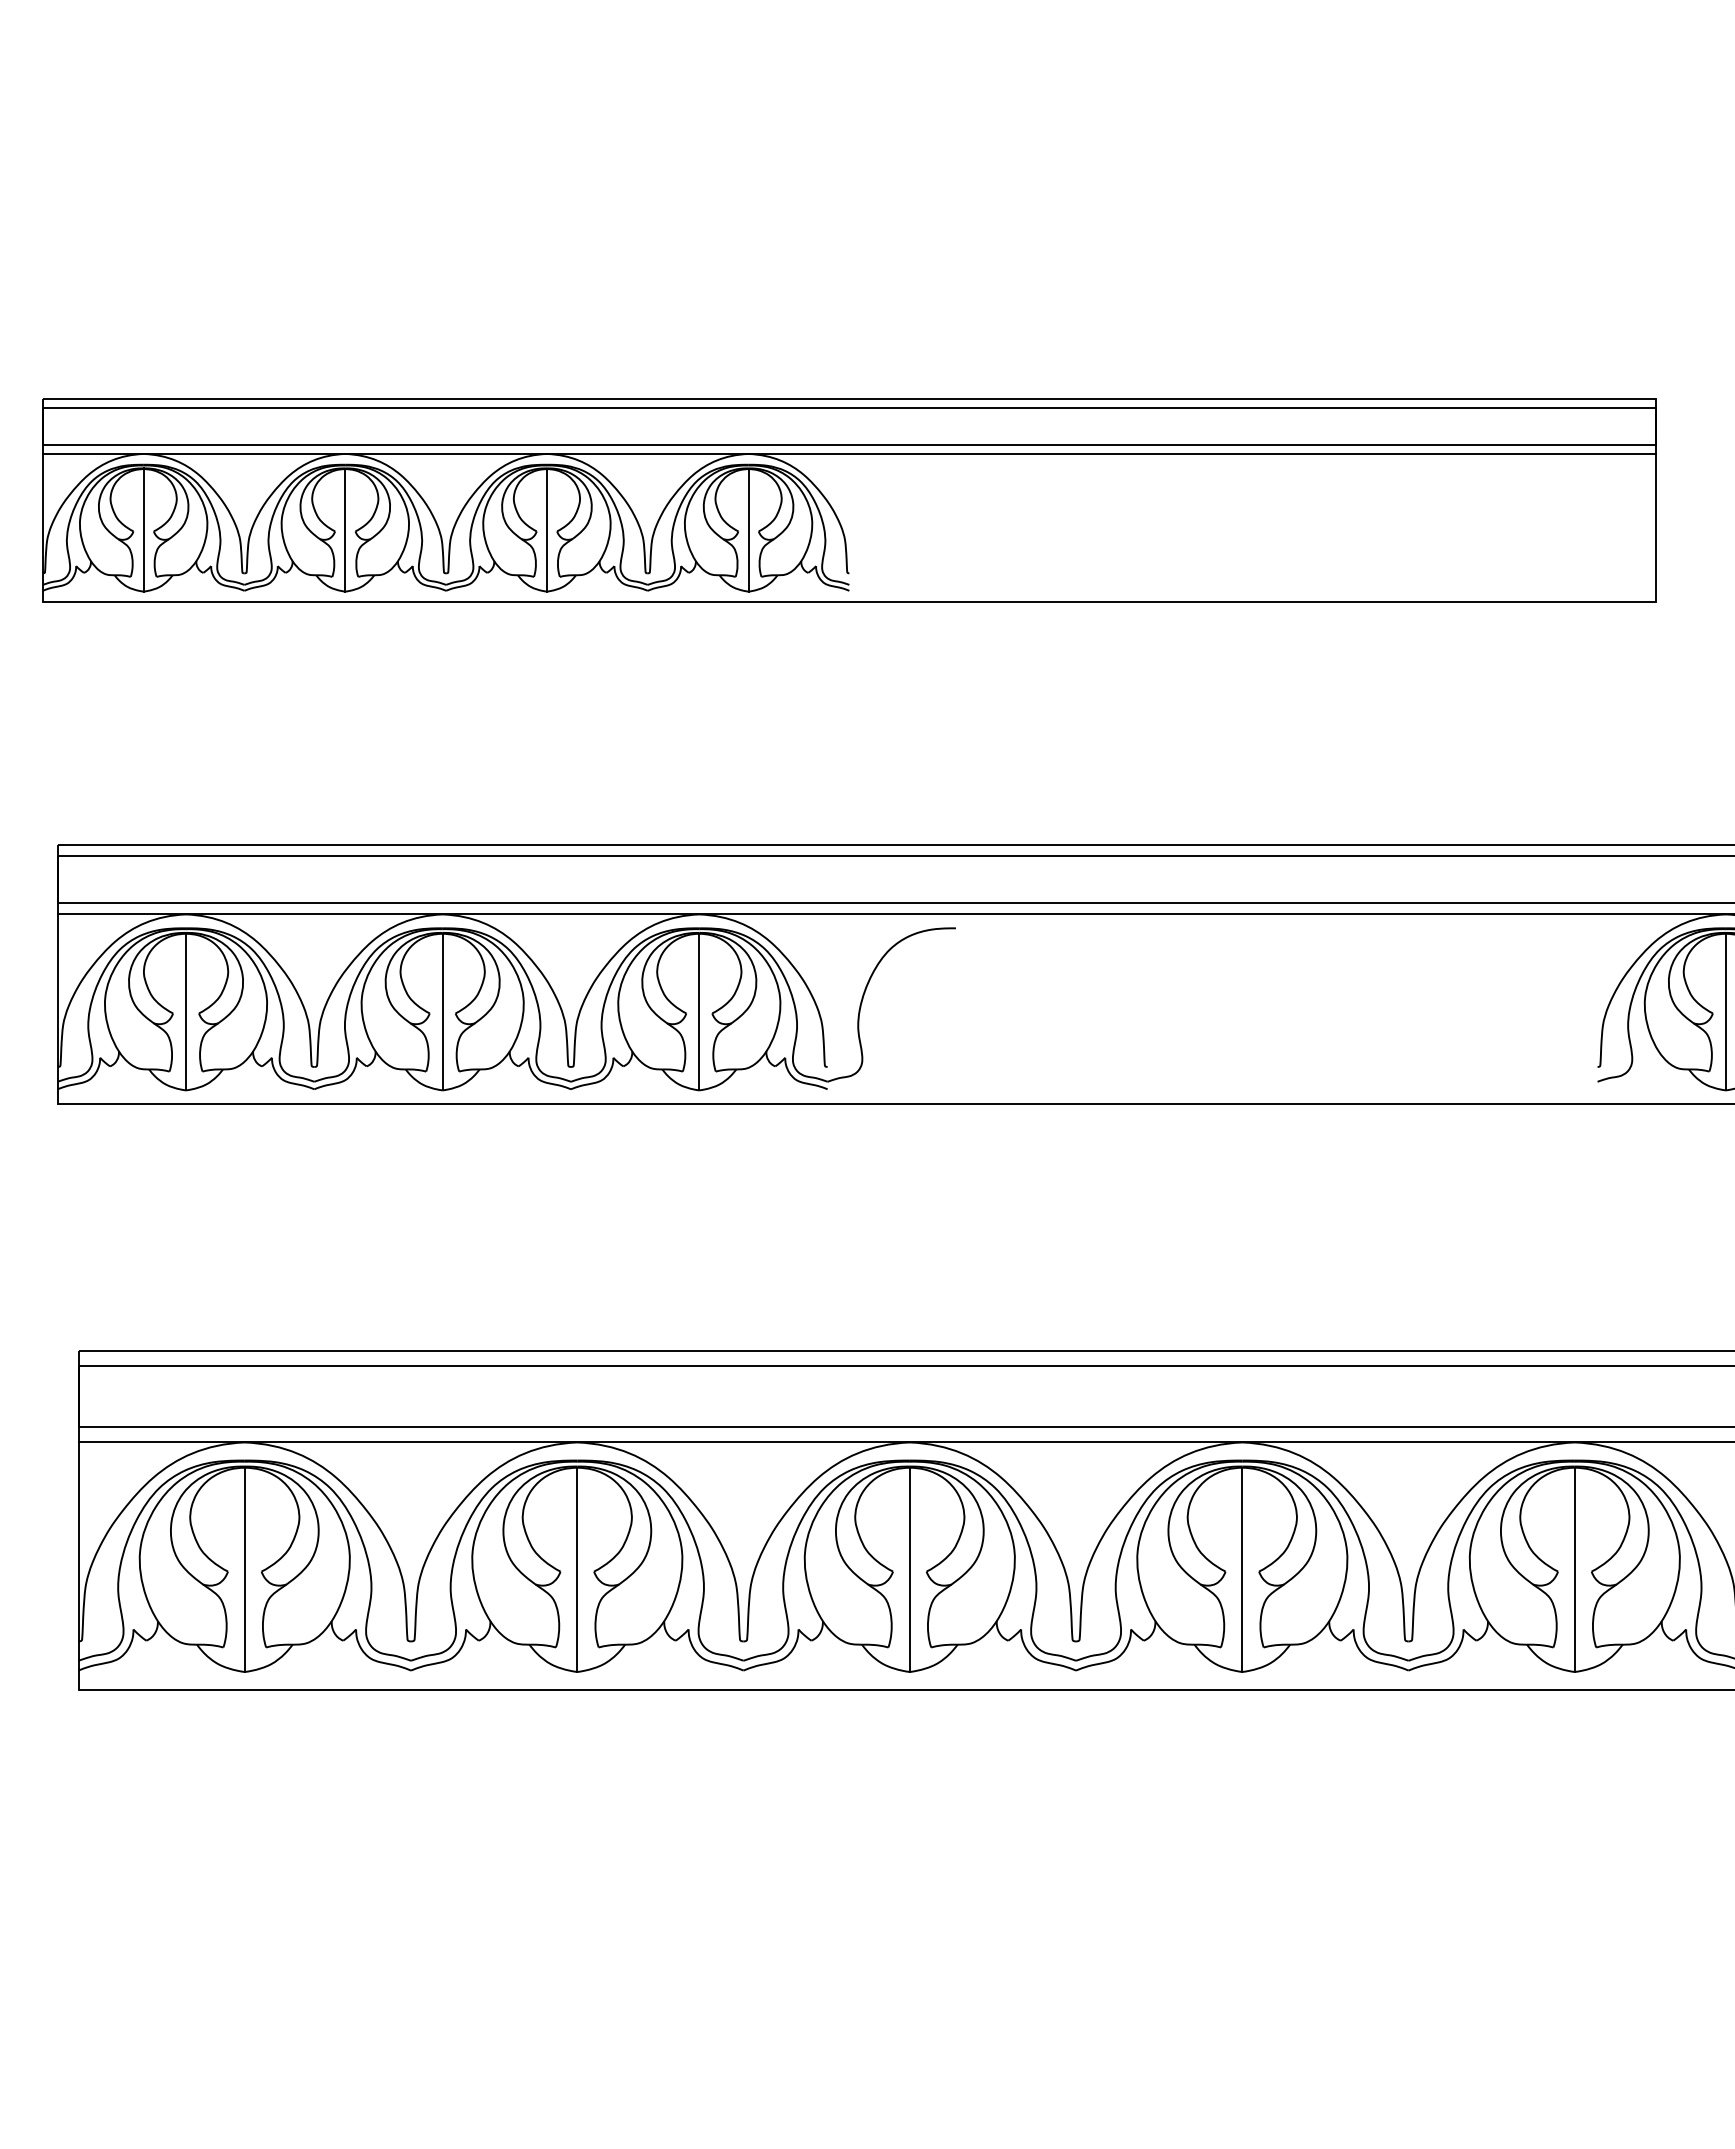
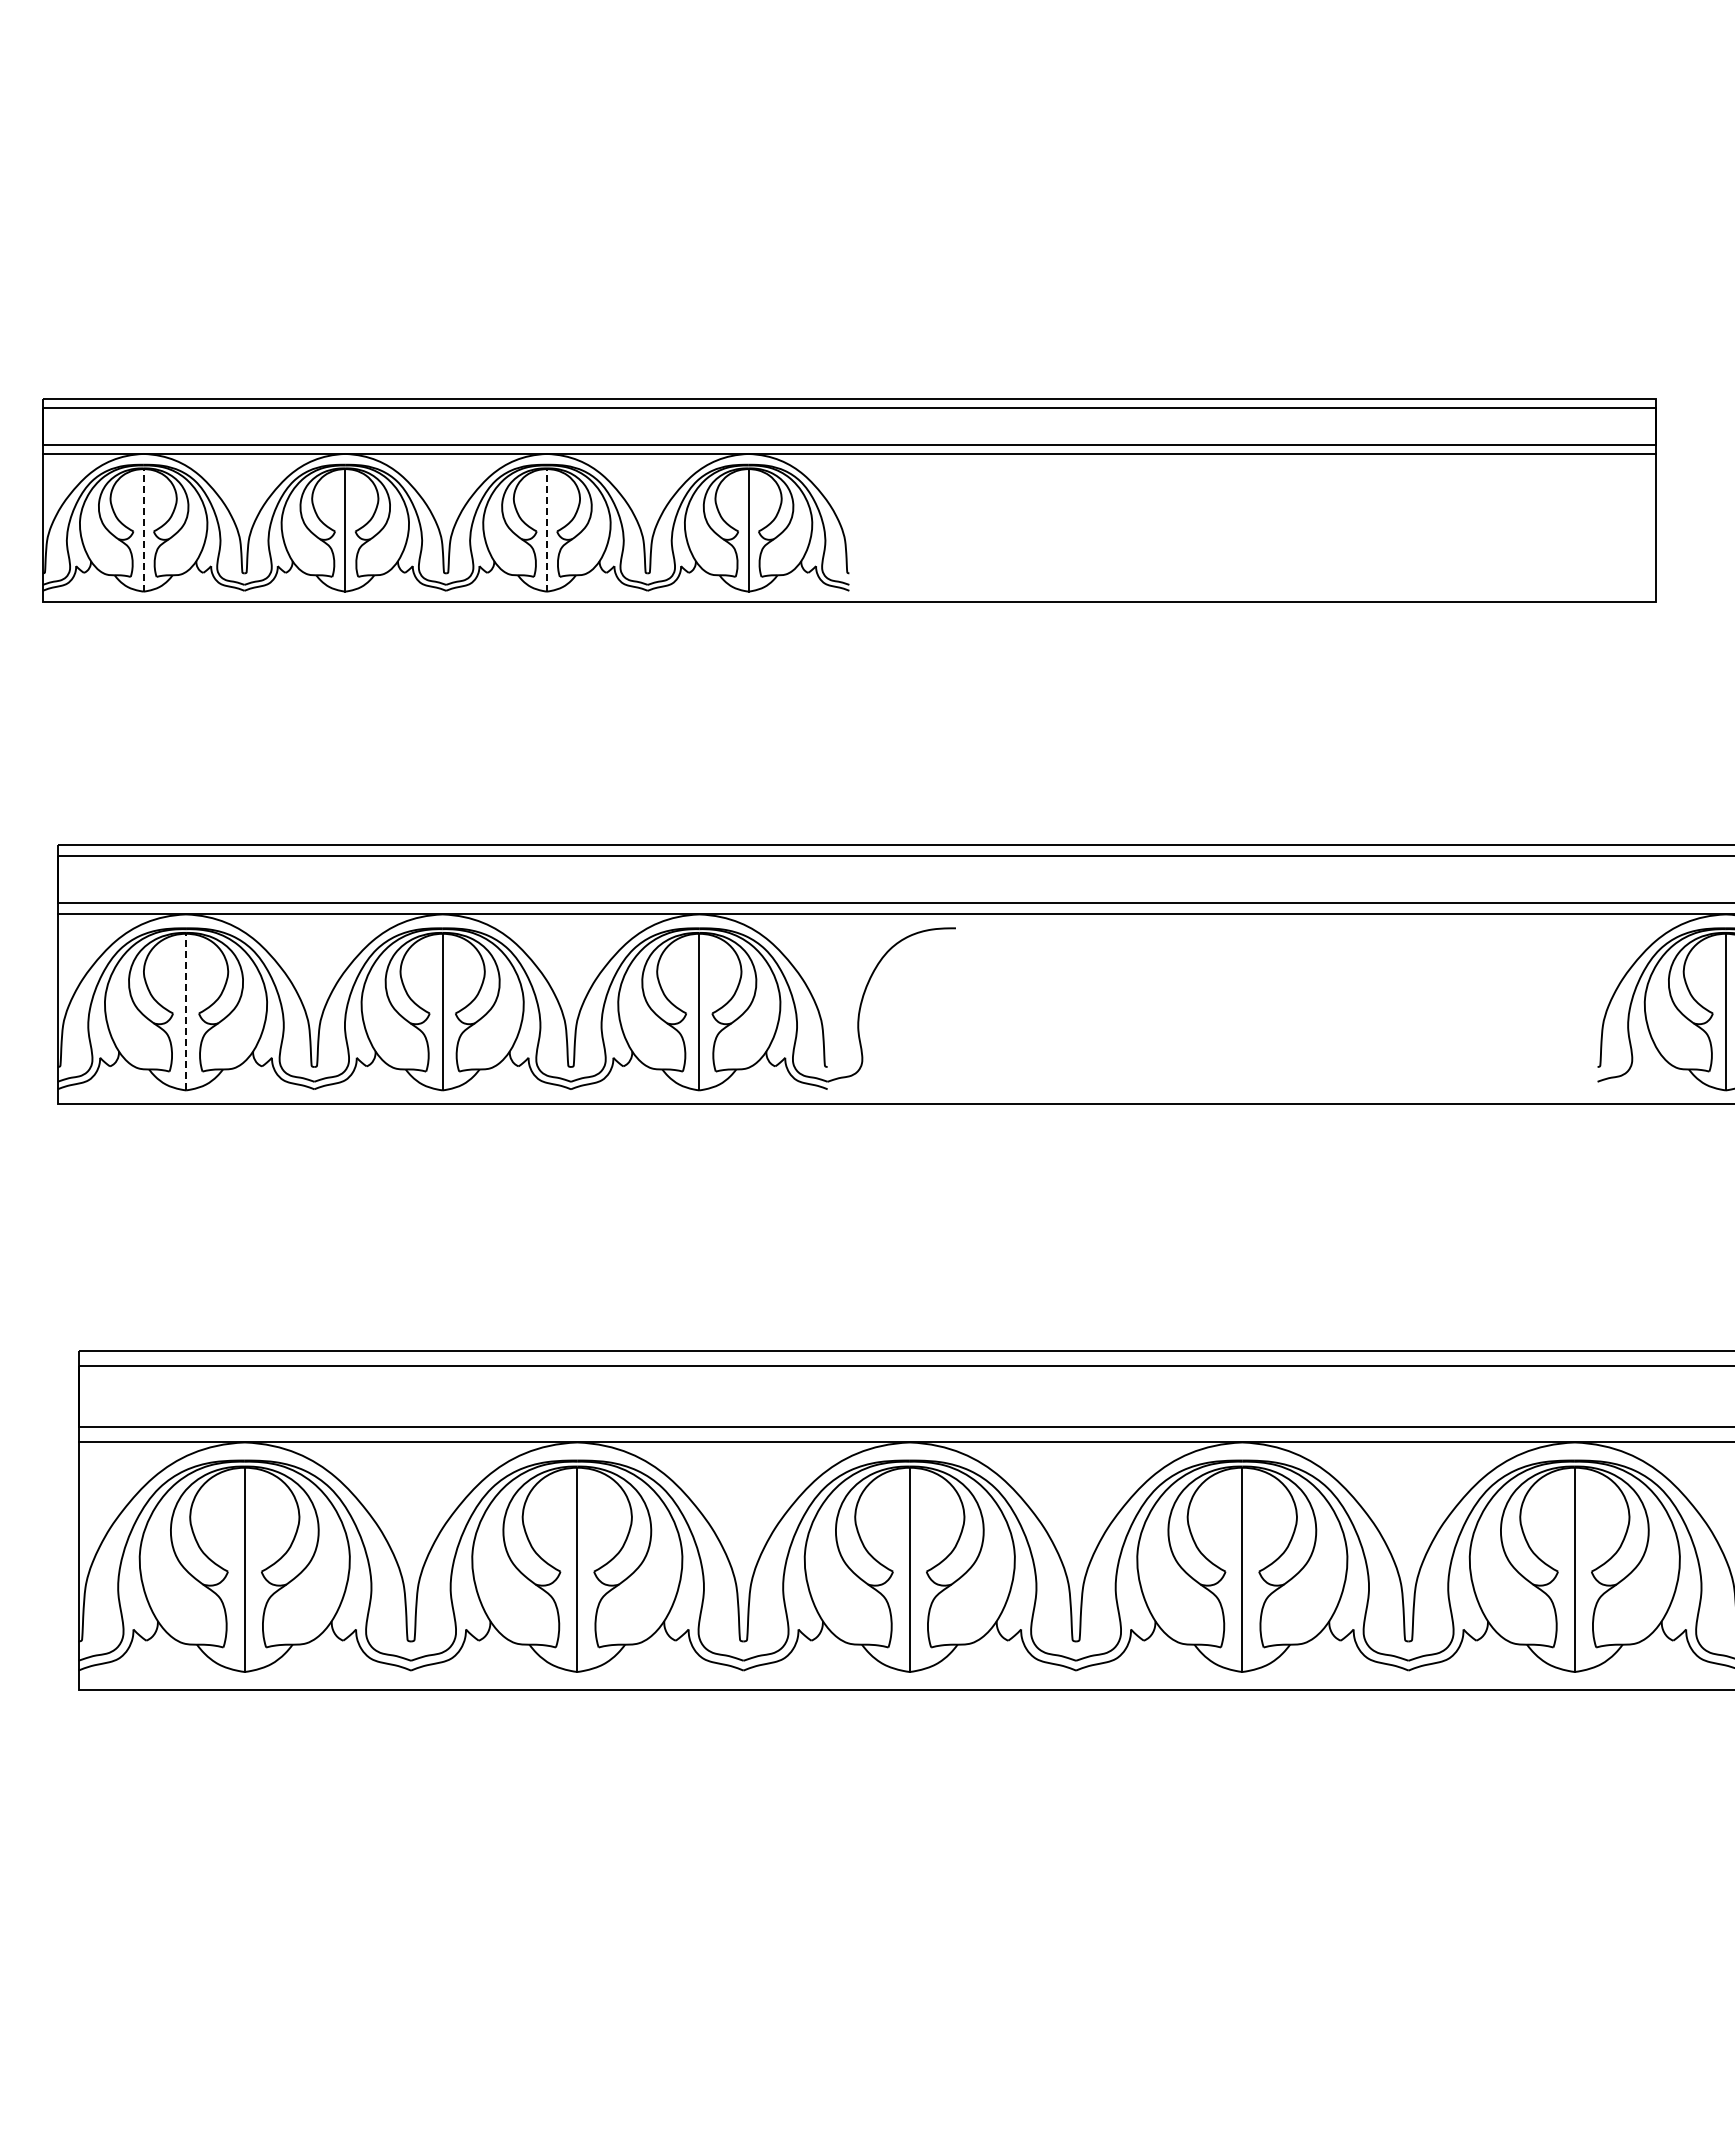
line at (546, 529): solid -> dashed
line at (143, 530): solid -> dashed
line at (186, 1011): solid -> dashed
